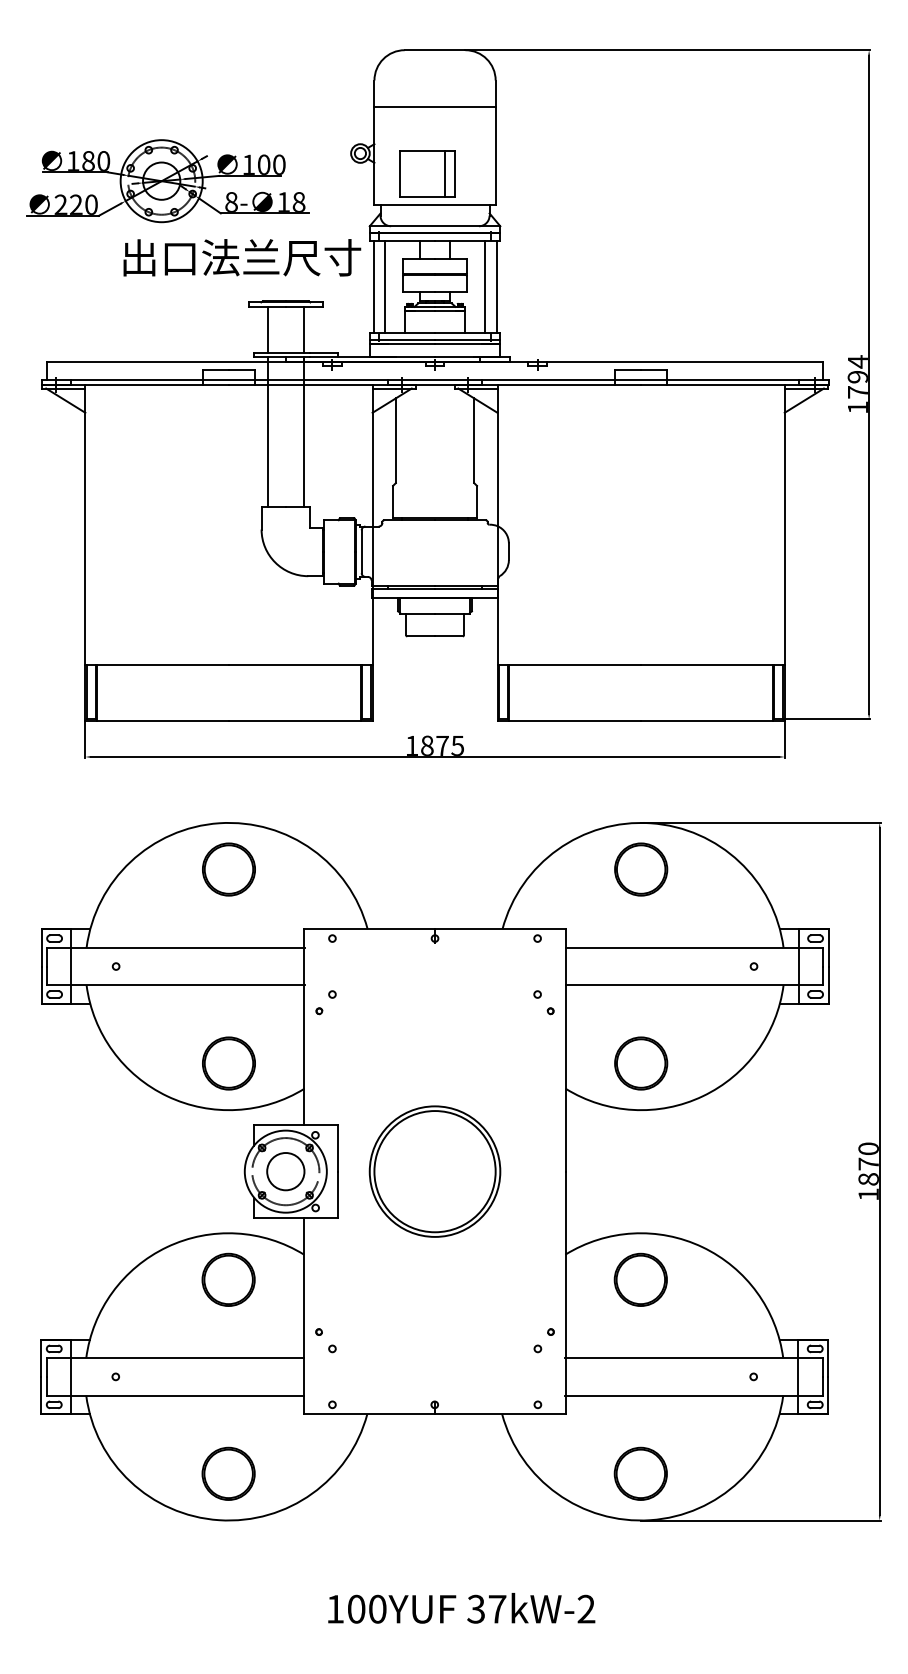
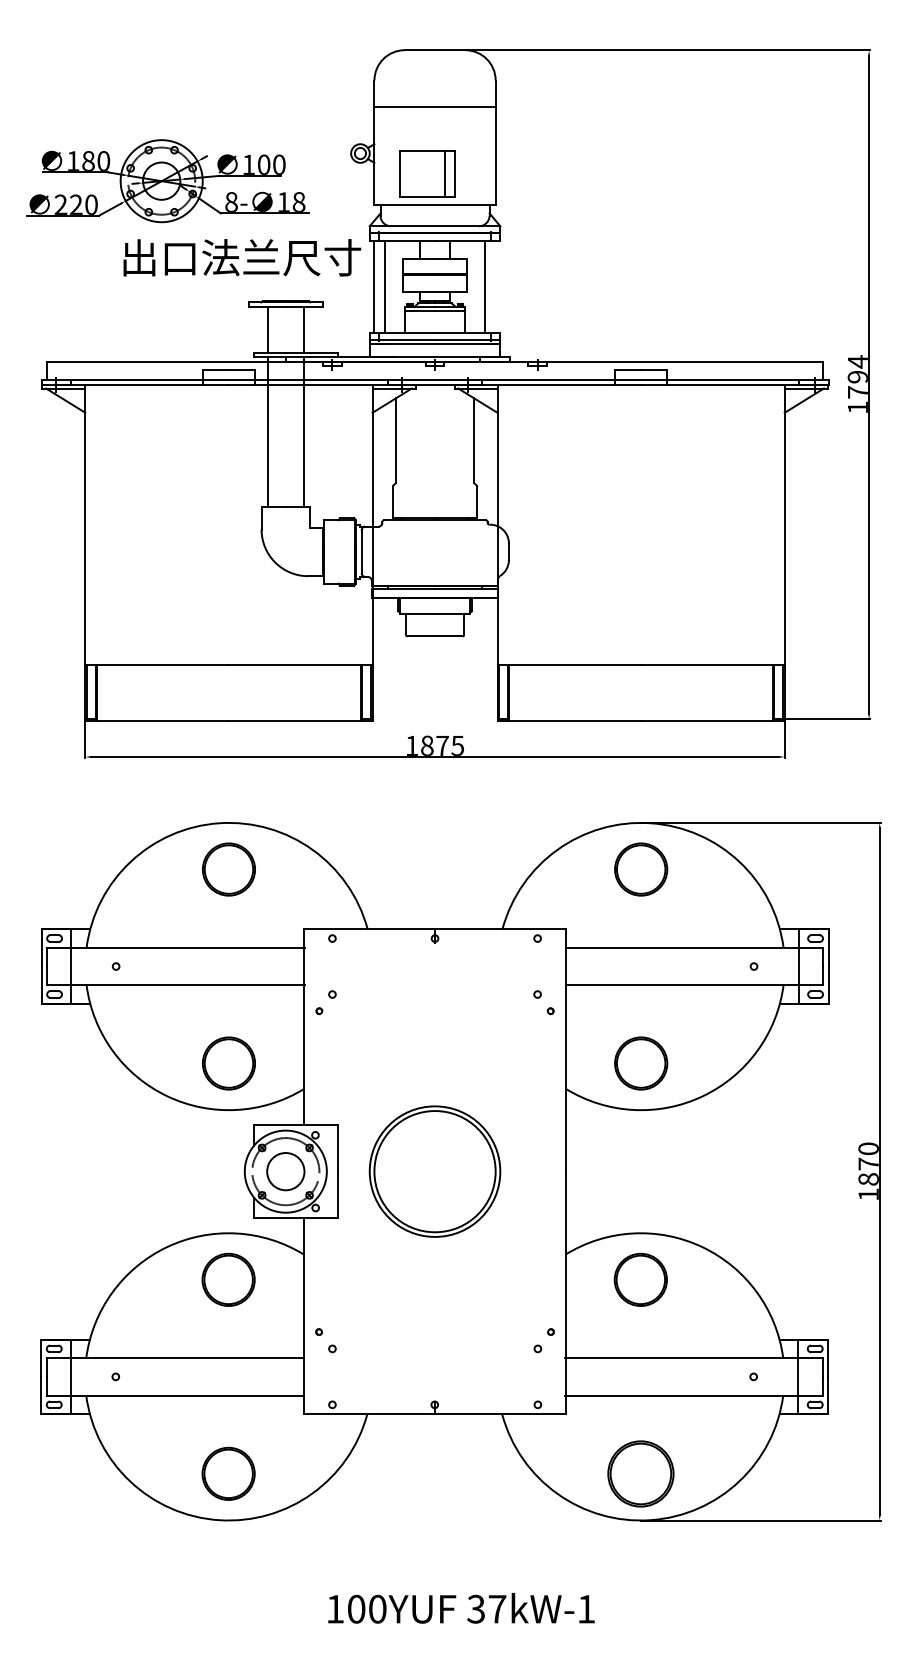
line at (496, 286): present -> none
part at (640, 1473) size: 55x55 px -> 68x68 px
text at (586, 1608): 37kW-2 -> 37kW-1
